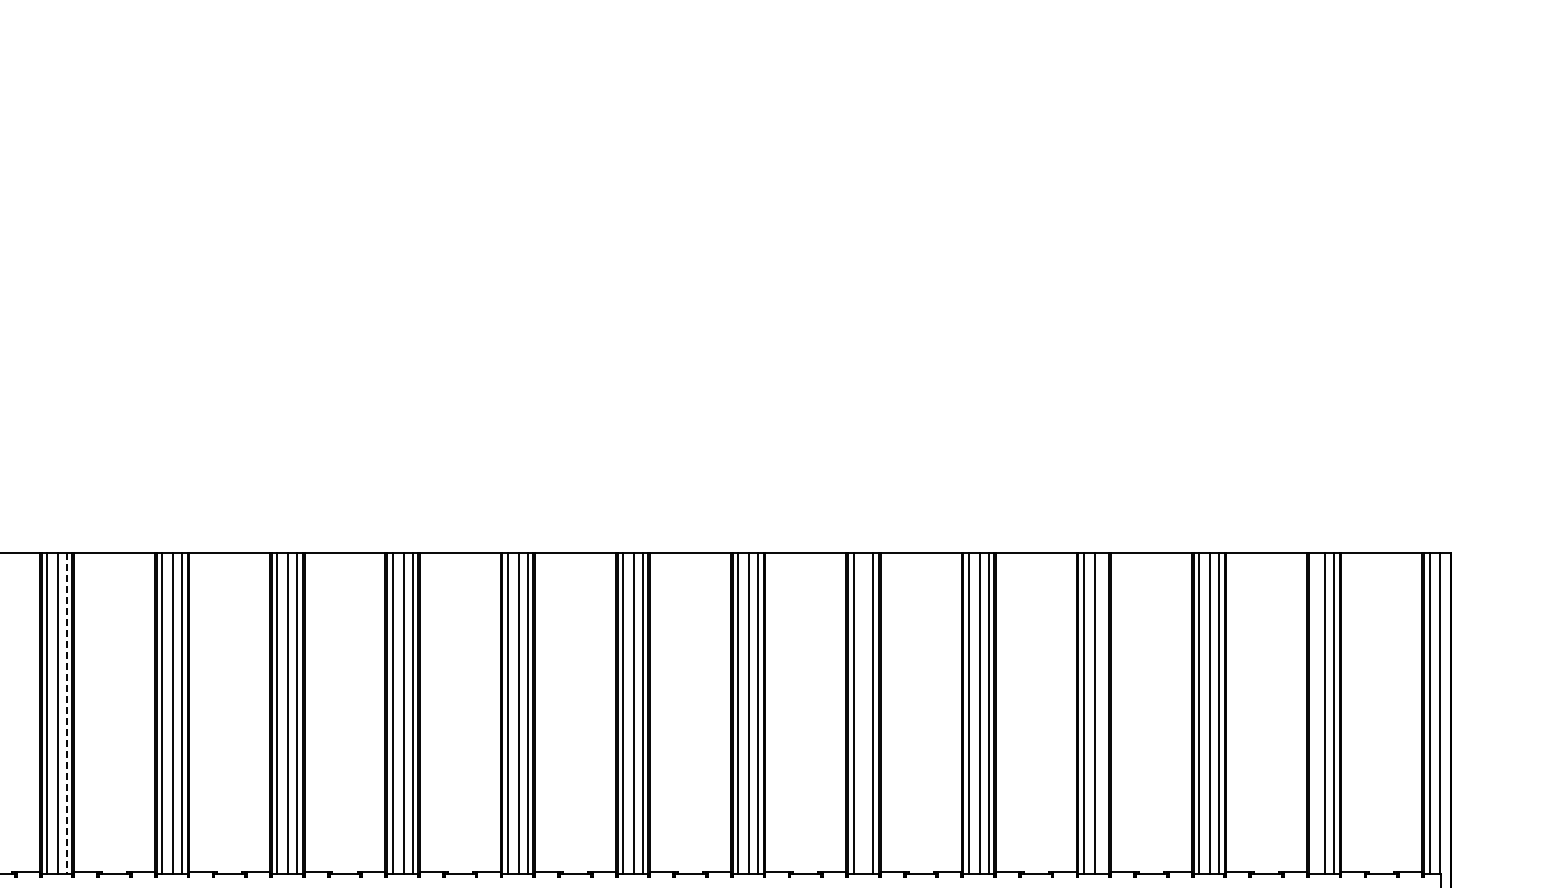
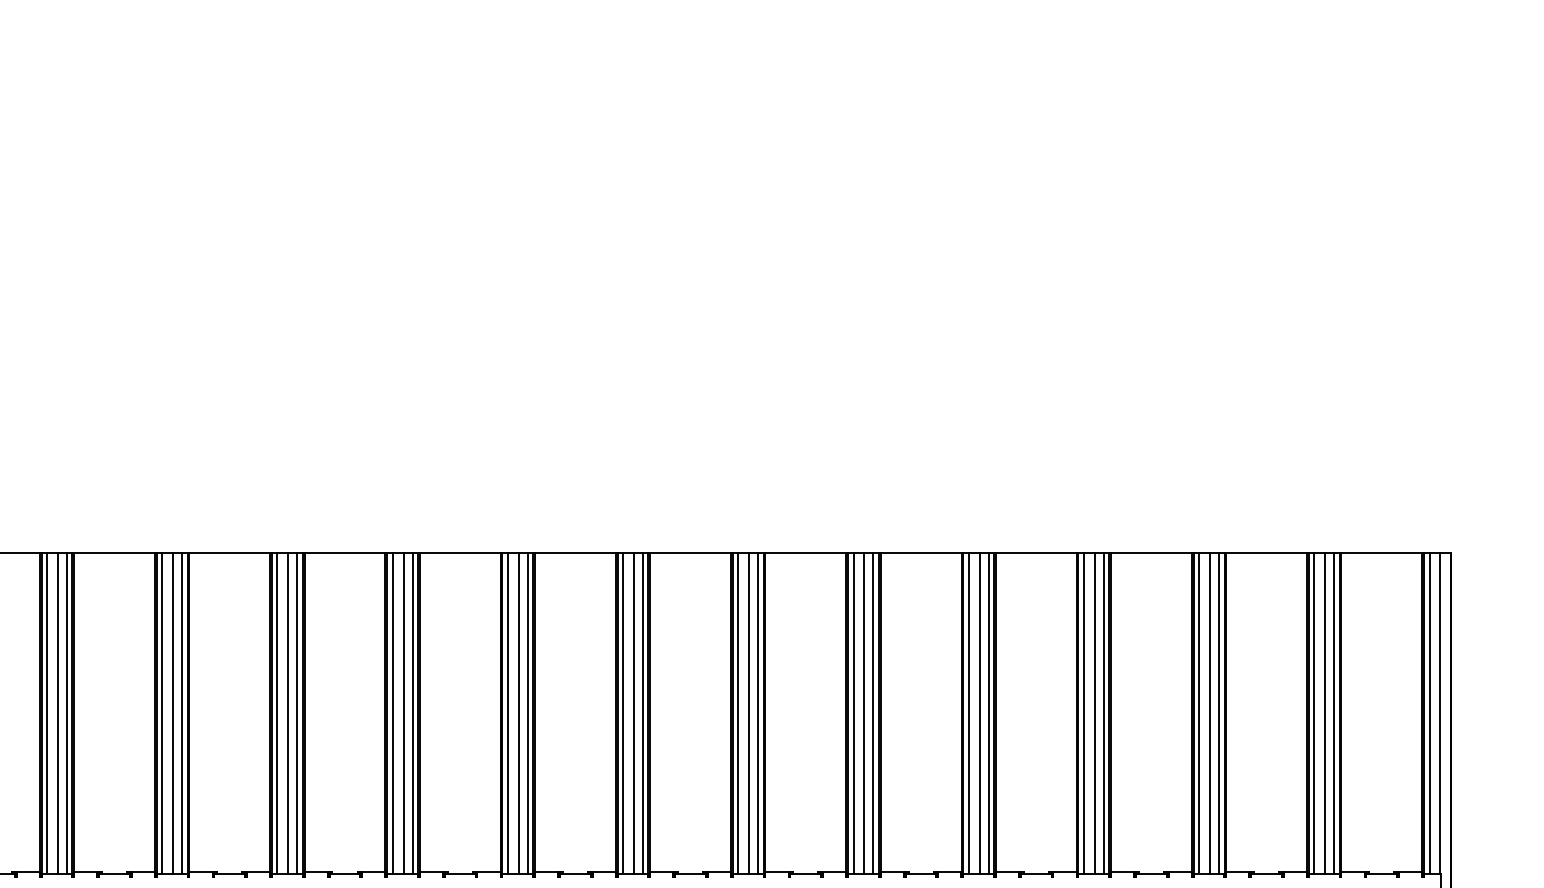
line at (864, 712): none -> present
line at (1103, 712): none -> present
line at (1314, 712): none -> present
line at (66, 713): dashed -> solid
